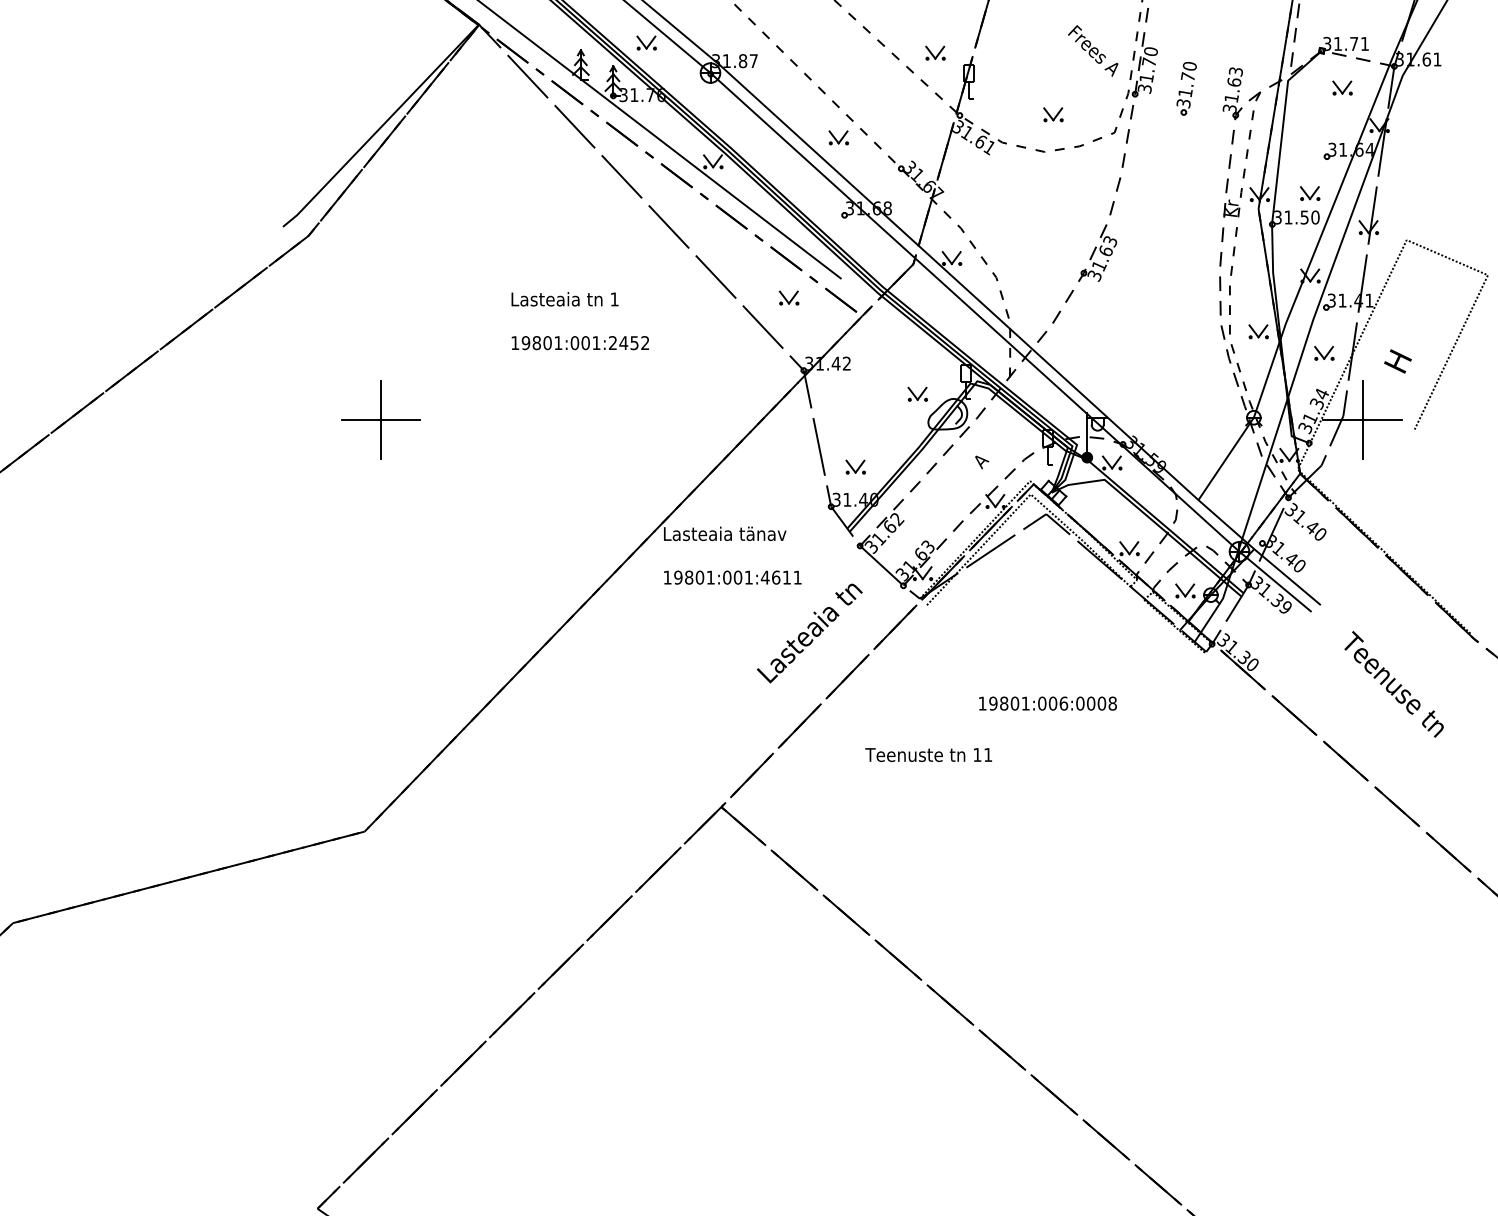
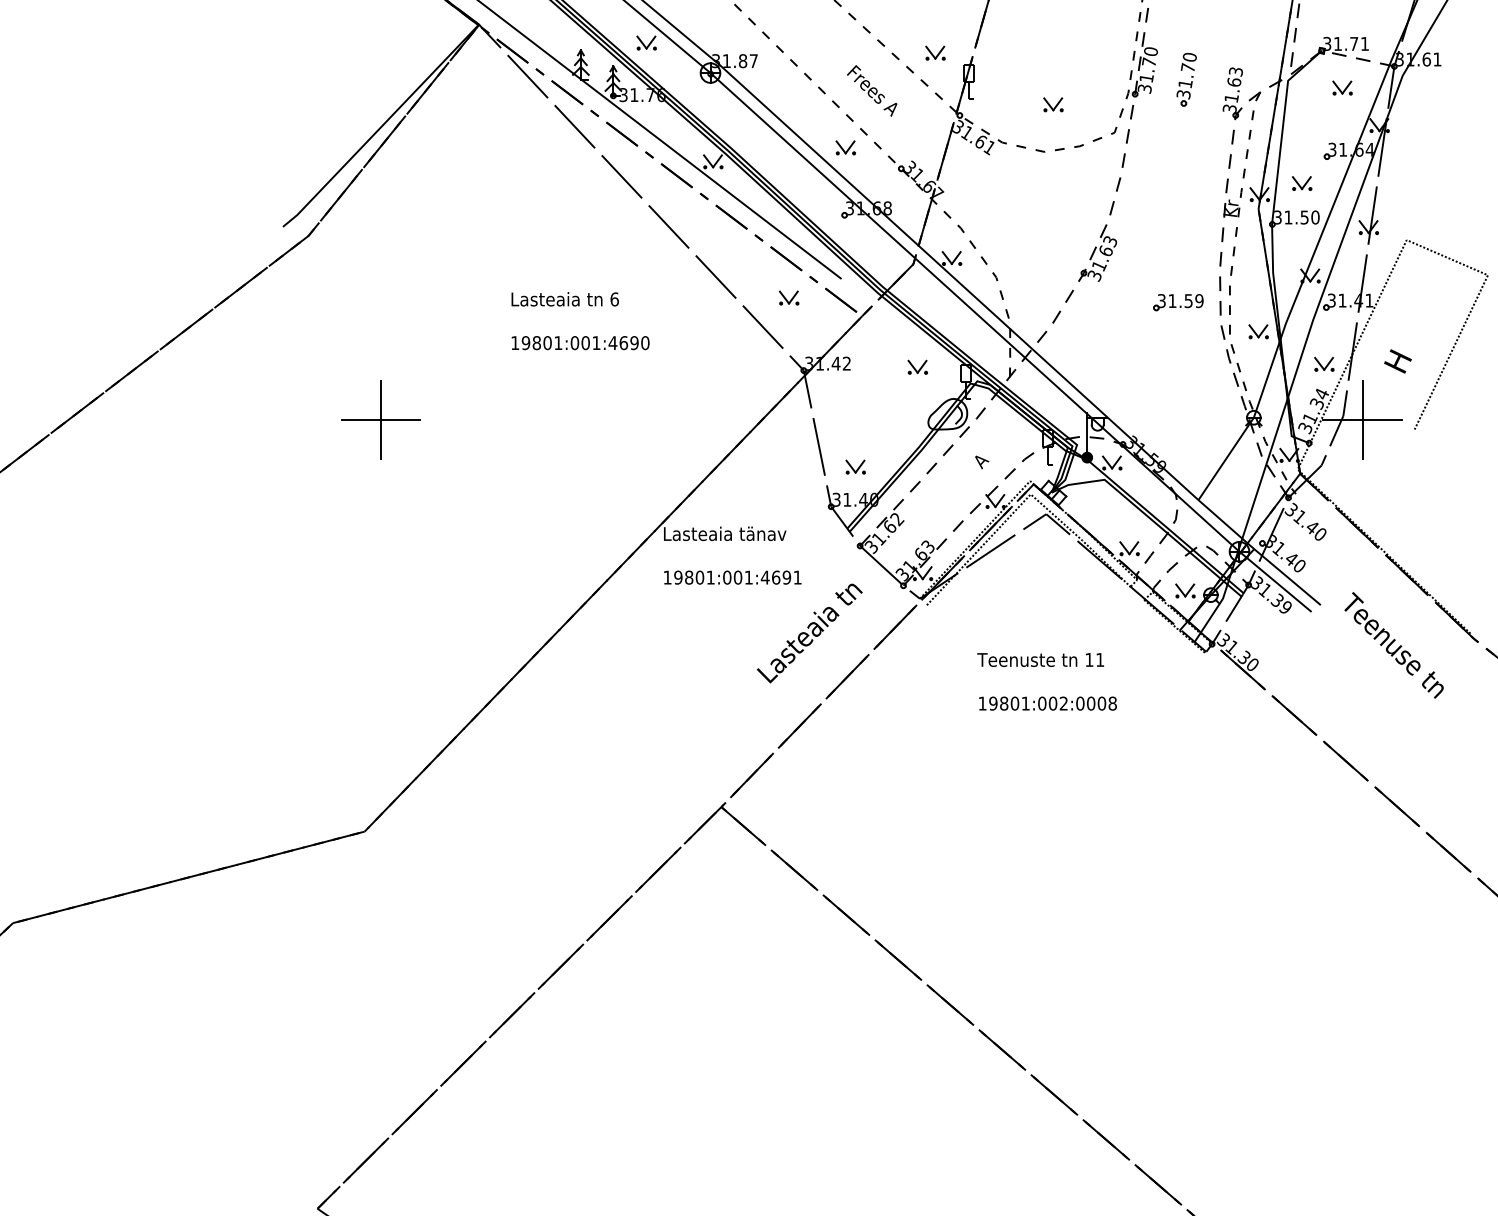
text at (1093, 50) position: (1093, 50) -> (872, 90)
part at (1186, 88) position: (1186, 88) -> (1186, 79)
part at (1053, 114) position: (1053, 114) -> (1053, 104)
part at (838, 137) position: (838, 137) -> (845, 147)
part at (1310, 193) position: (1310, 193) -> (1302, 183)
text at (614, 299): 1 -> 6
part at (1178, 302): none -> present
text at (628, 343): 19801:001:2452 -> 19801:001:4690
part at (1324, 352) position: (1324, 352) -> (1324, 363)
part at (917, 393) position: (917, 393) -> (917, 366)
text at (786, 577): 19801:001:4611 -> 19801:001:4691
text at (1393, 684) position: (1393, 684) -> (1393, 645)
text at (1063, 703): 19801:006:0008 -> 19801:002:0008
text at (928, 754) position: (928, 754) -> (1040, 659)
